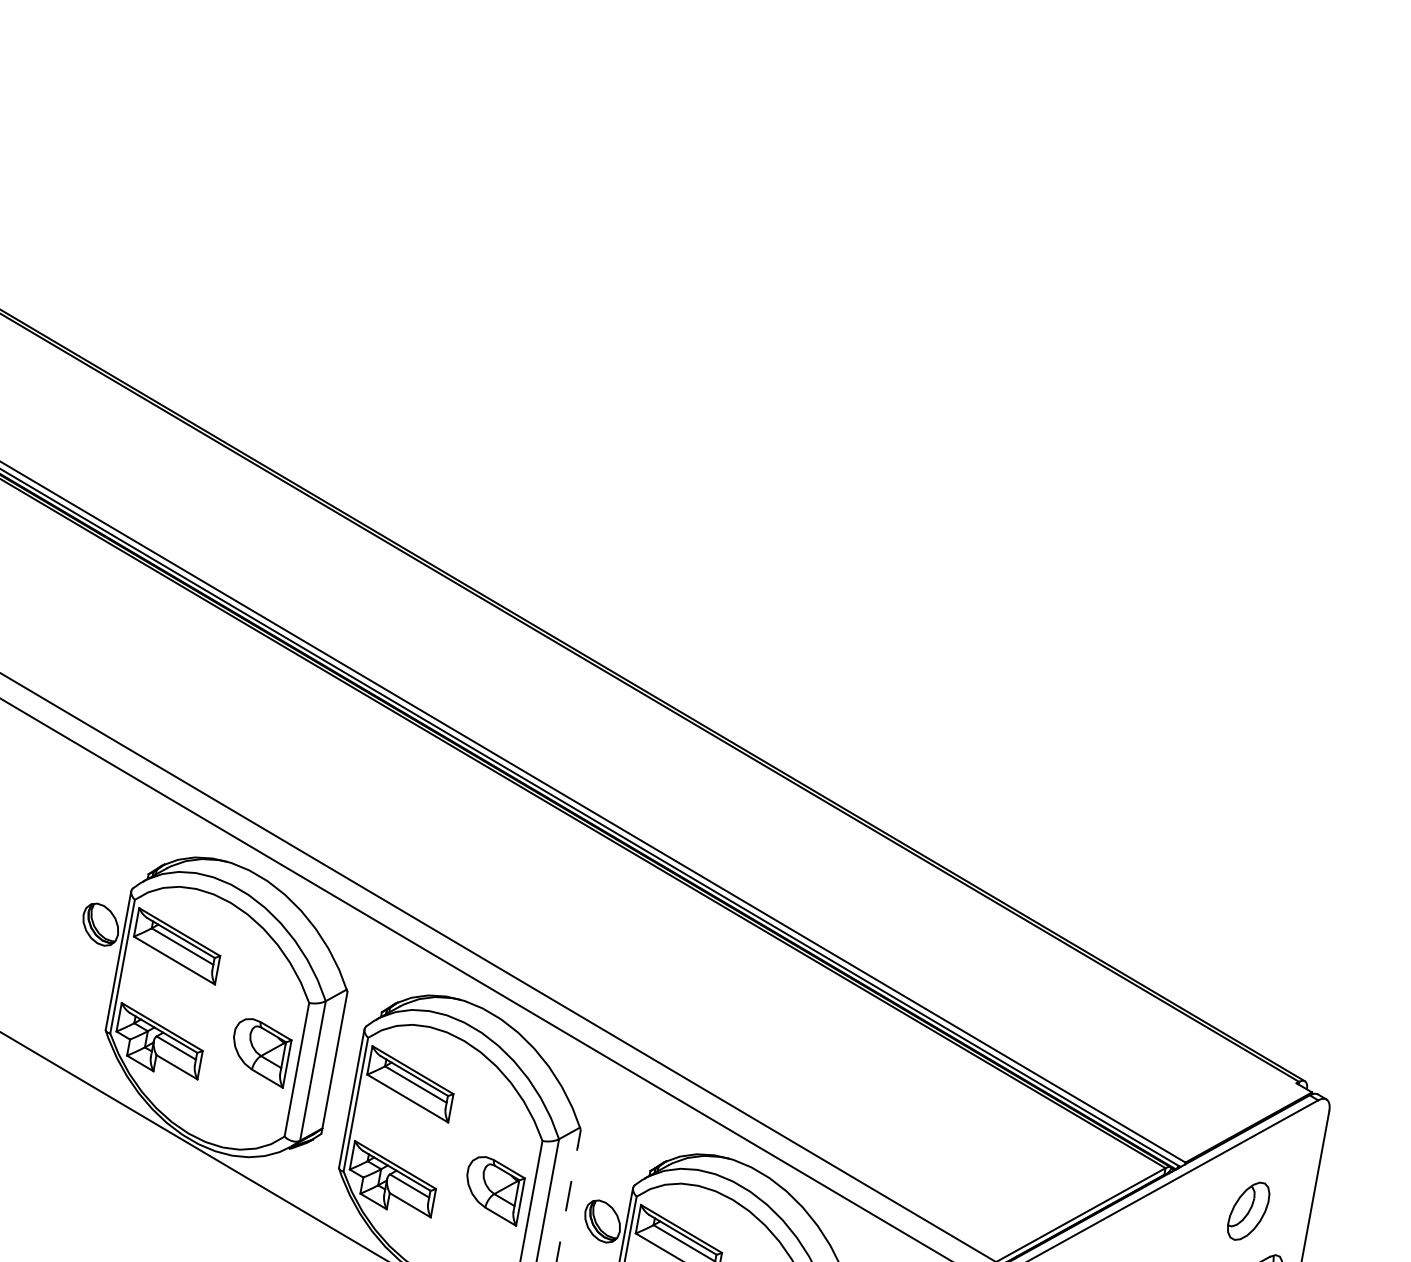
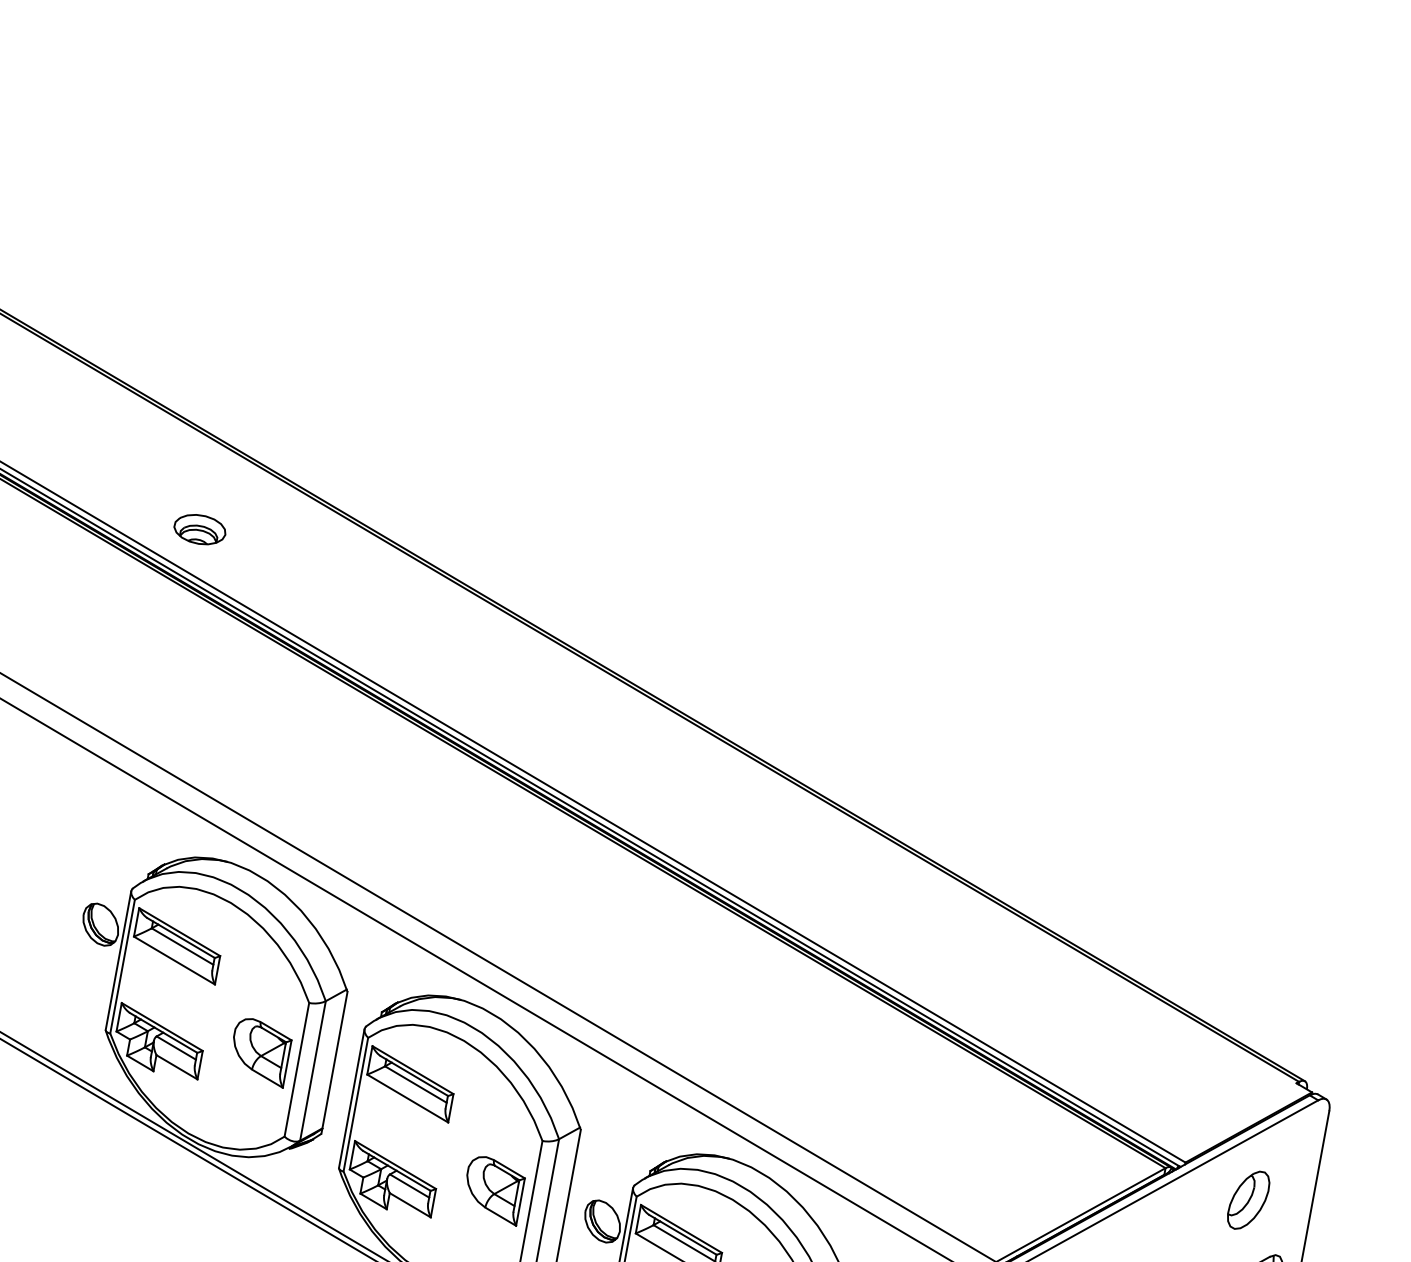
part at (199, 529): none -> present
line at (186, 1149): none -> present
line at (568, 1195): dashed -> solid
part at (1248, 1210) position: (1248, 1210) -> (1248, 1199)
